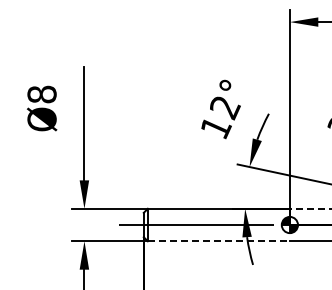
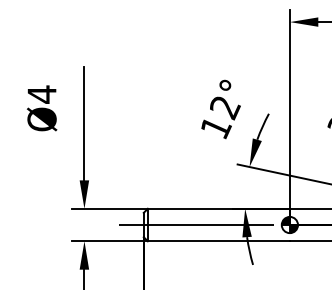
text at (41, 94): Ø8 -> Ø4
line at (310, 208): dashed -> solid
line at (219, 241): dashed -> solid
